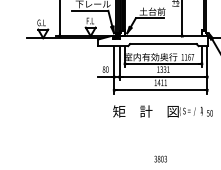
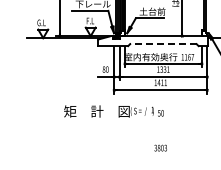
line at (162, 44): solid -> dashed
text at (162, 111) position: (162, 111) -> (113, 111)
text at (160, 158) position: (160, 158) -> (160, 147)
